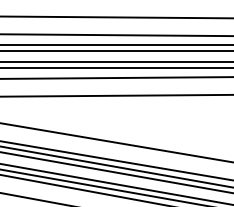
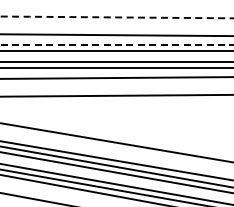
line at (116, 17): solid -> dashed
line at (116, 45): solid -> dashed
